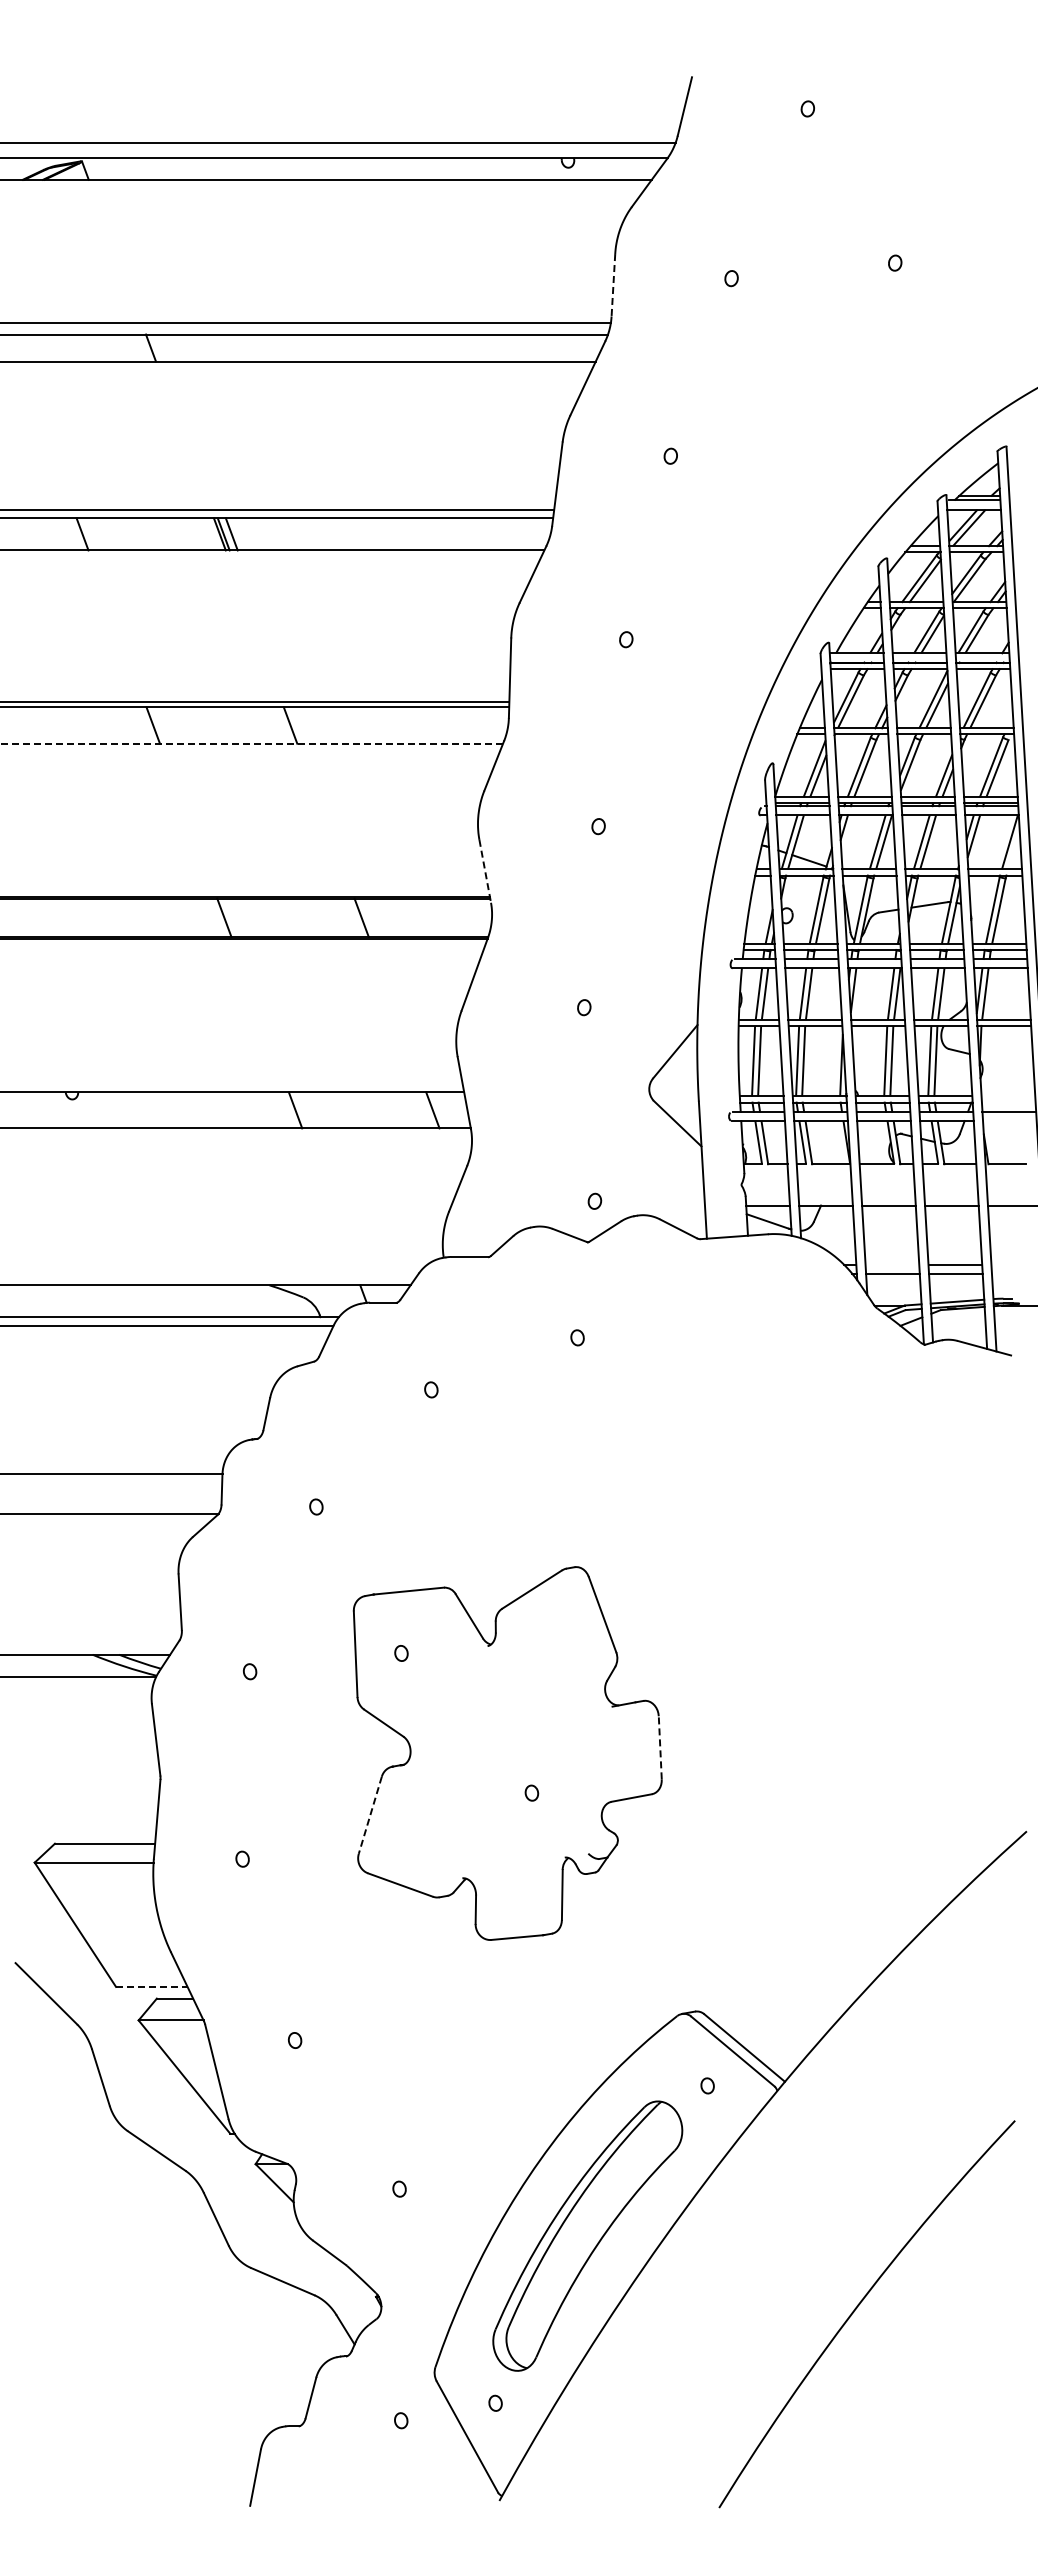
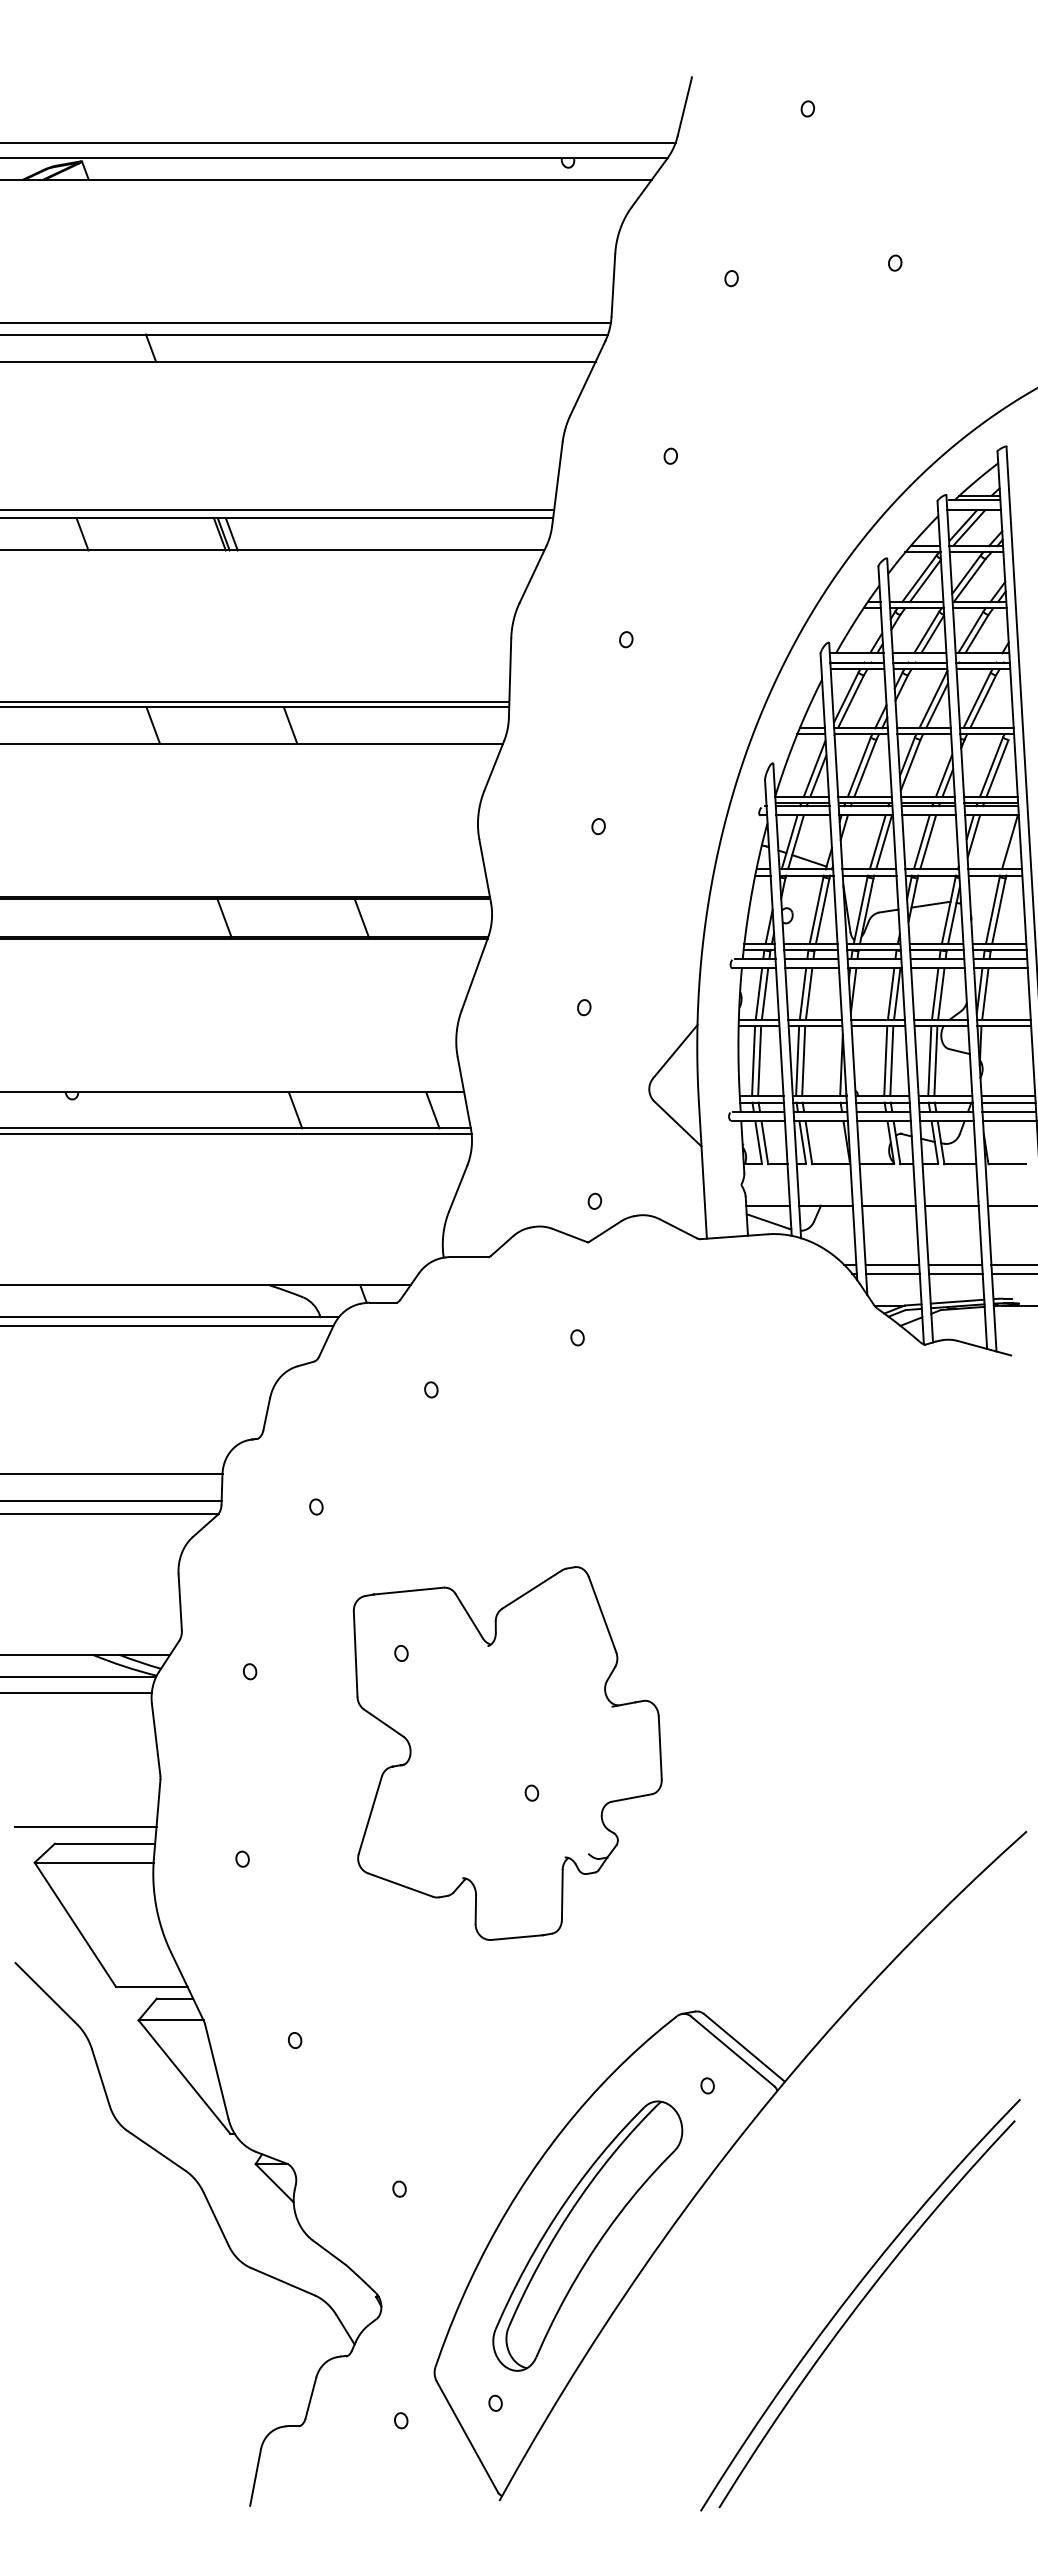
line at (613, 285): dashed -> solid
line at (251, 743): dashed -> solid
line at (485, 871): dashed -> solid
line at (1007, 1096): none -> present
line at (1007, 1102): none -> present
line at (1008, 1121): none -> present
line at (236, 1134): none -> present
line at (892, 1264): none -> present
line at (1012, 1264): none -> present
line at (1012, 1273): none -> present
line at (111, 1500): none -> present
line at (76, 1693): none -> present
line at (660, 1747): dashed -> solid
line at (370, 1815): dashed -> solid
line at (85, 1826): none -> present
line at (151, 1986): dashed -> solid
curve at (848, 2299): none -> present
